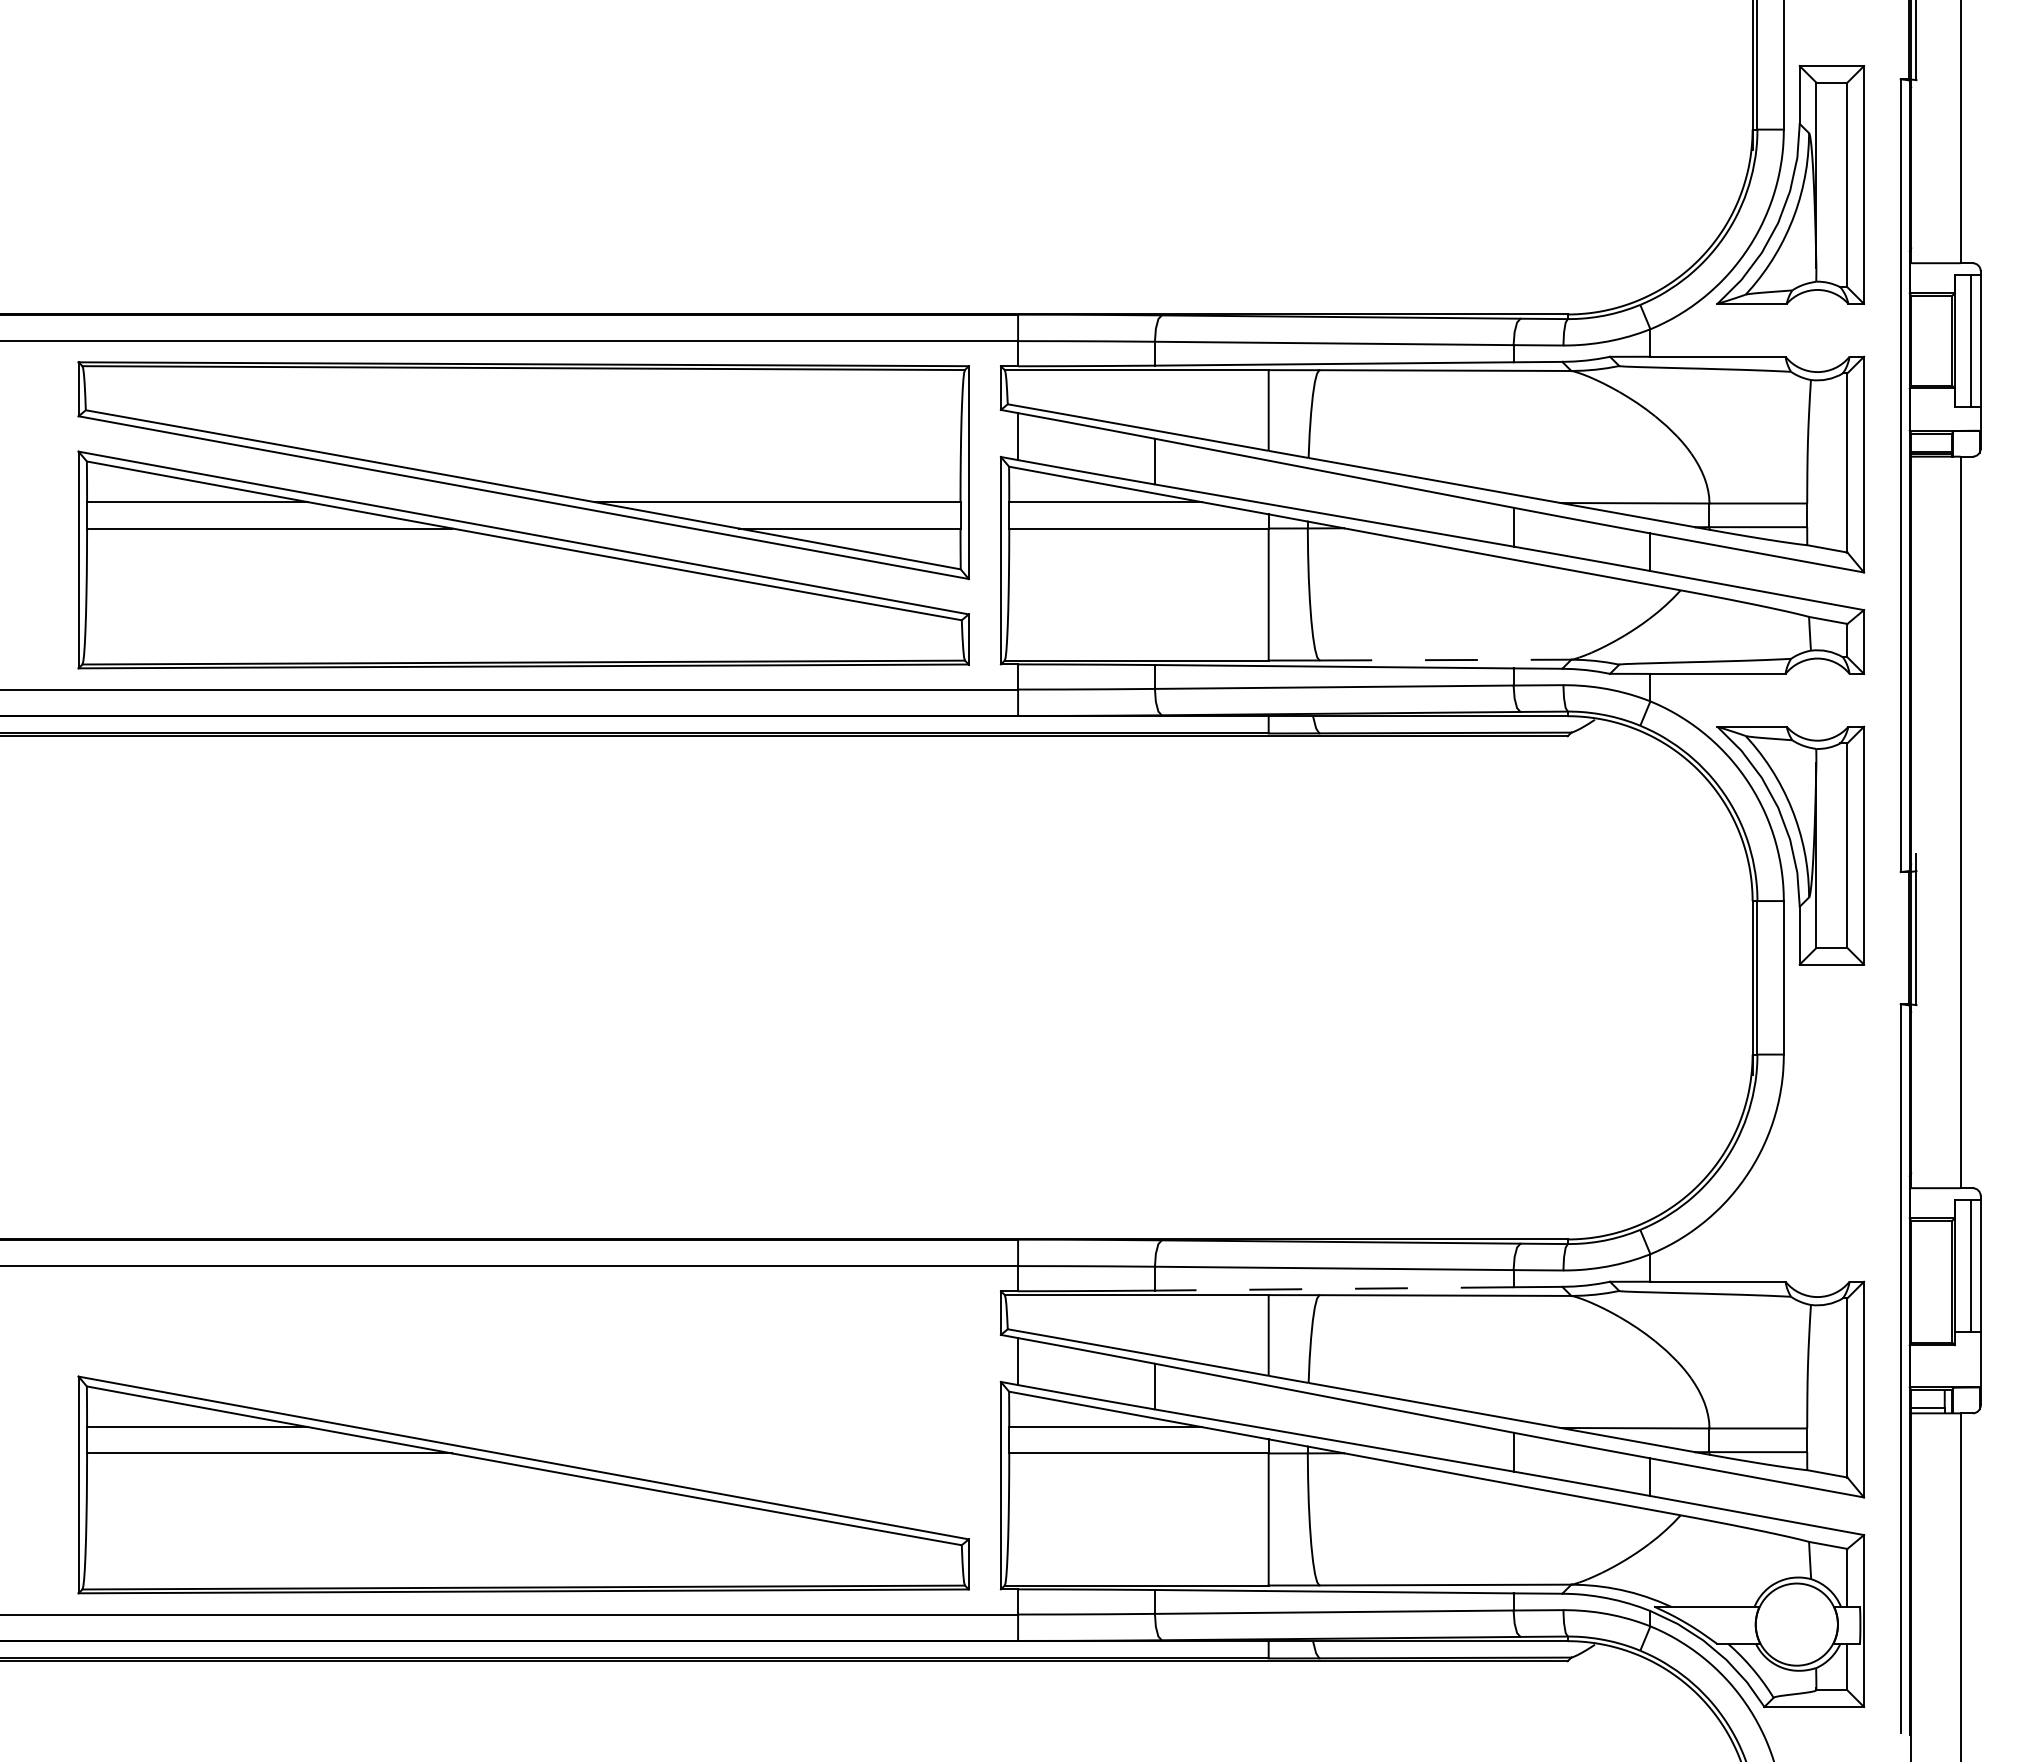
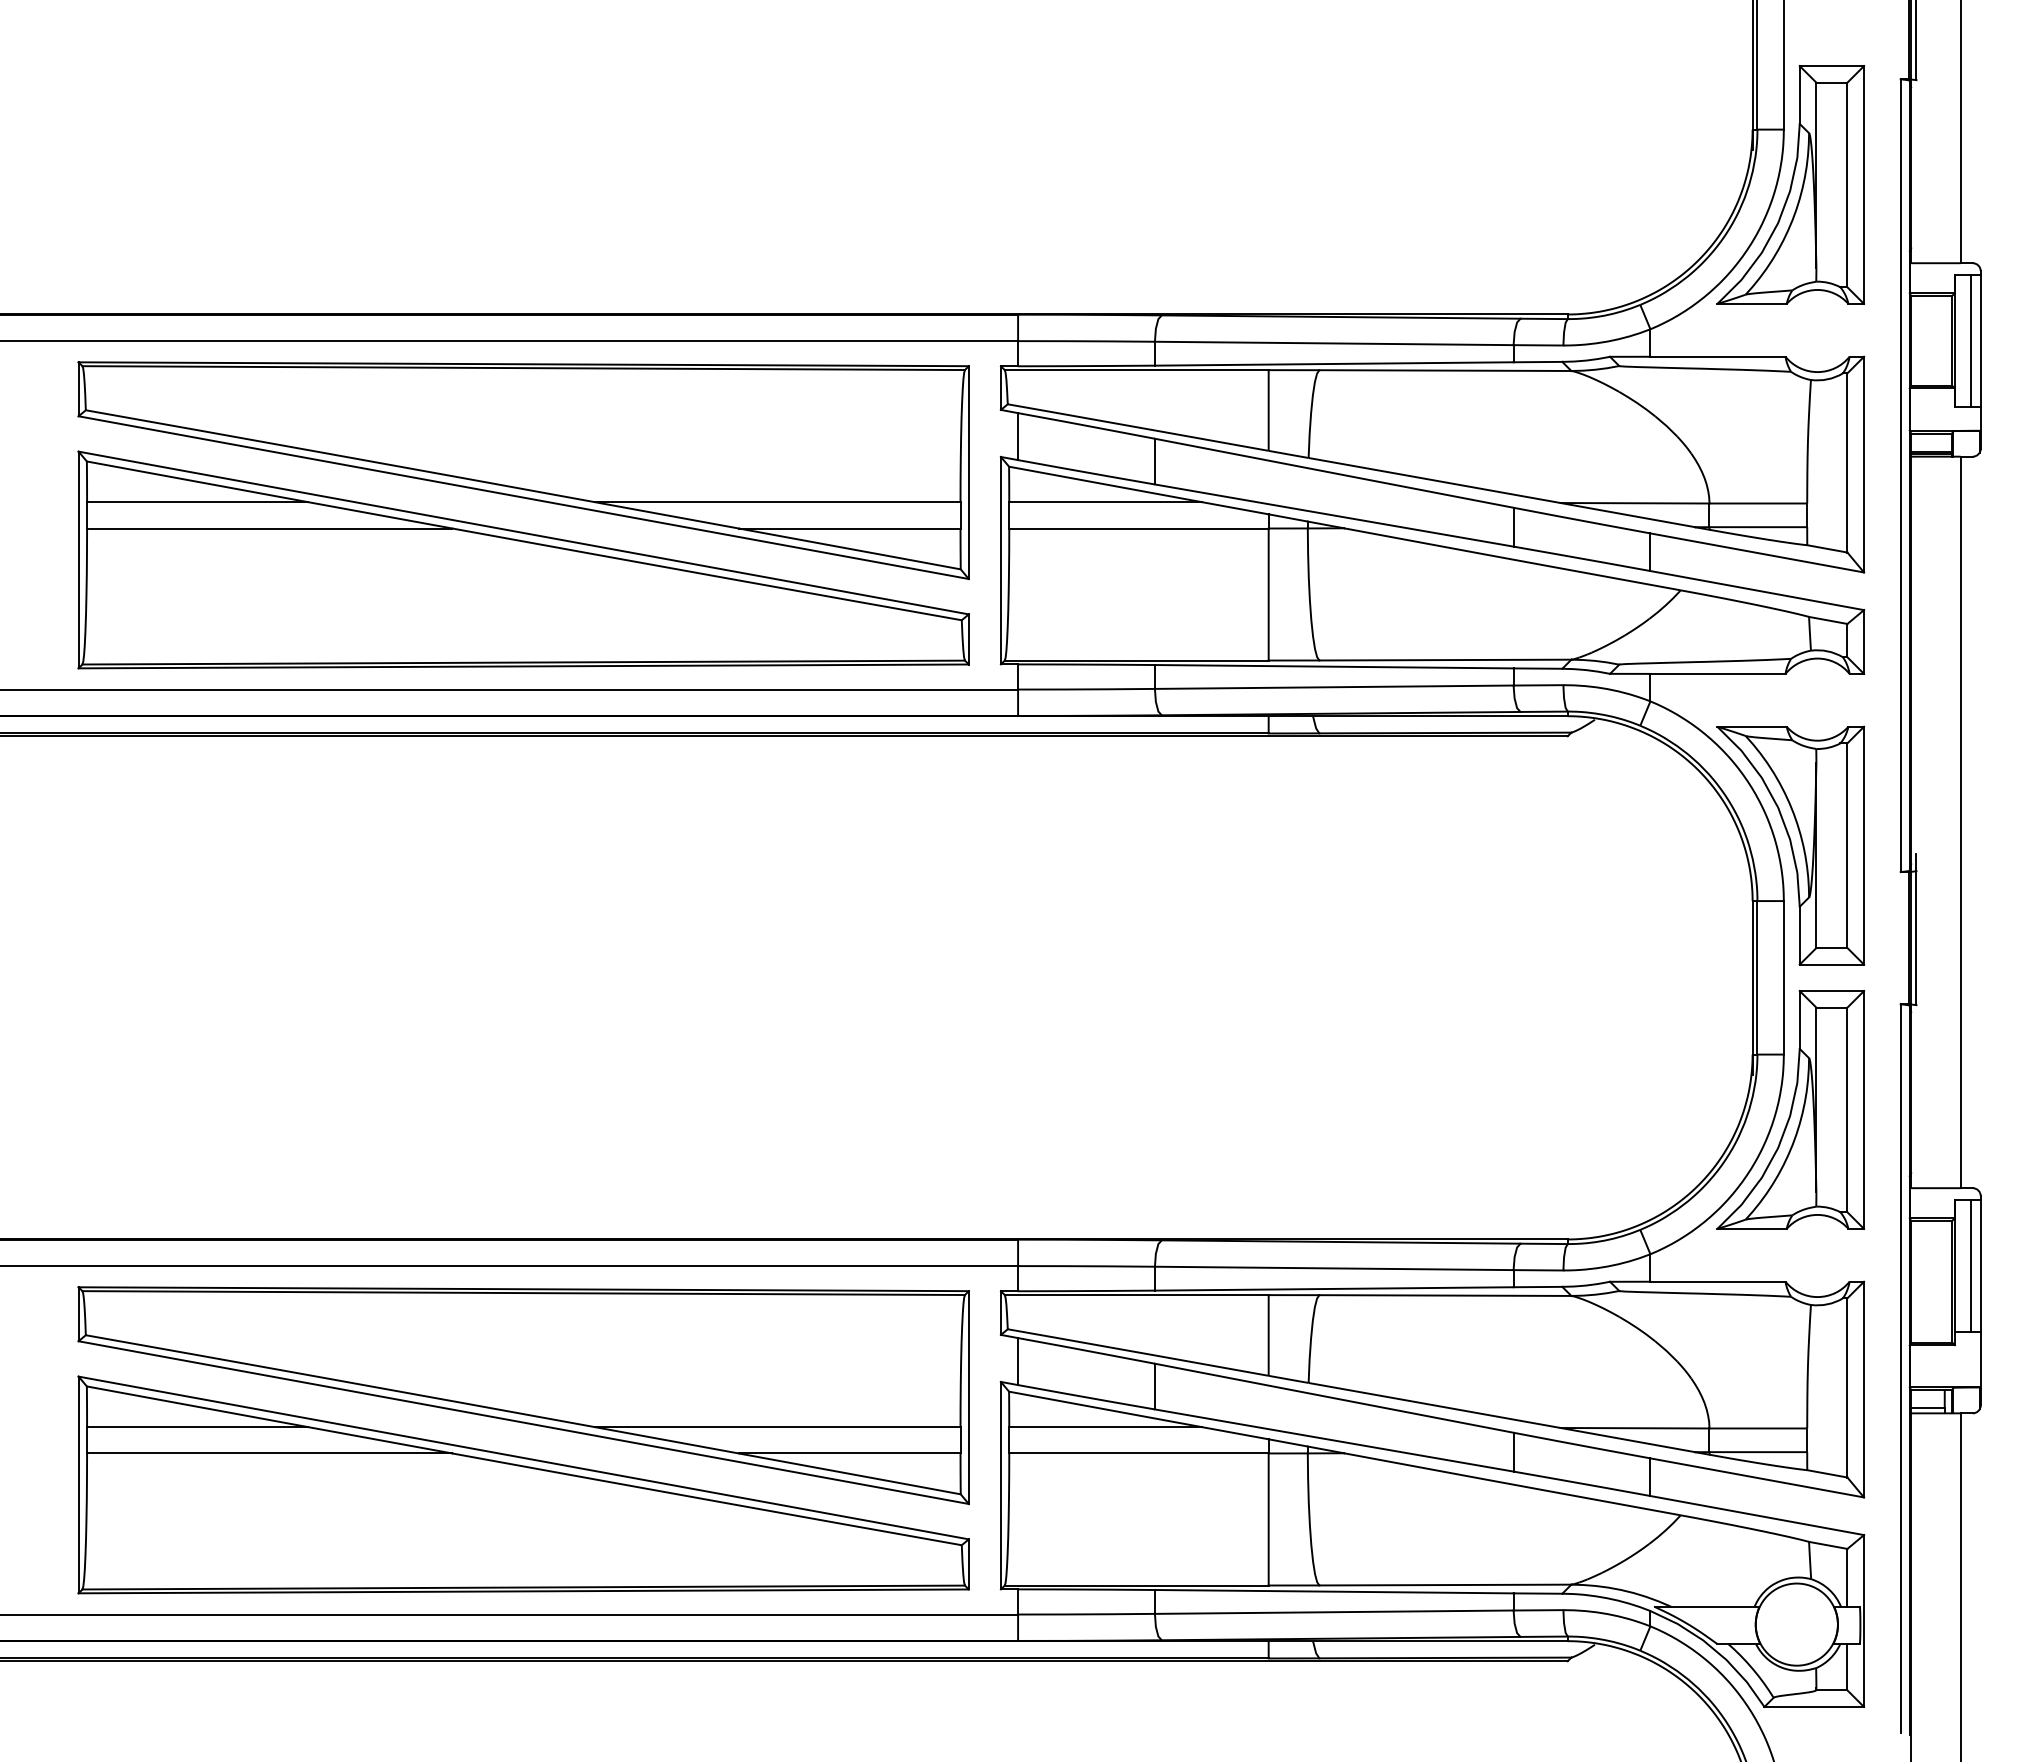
line at (1445, 660): dashed -> solid
part at (1790, 1109): none -> present
line at (1333, 1288): dashed -> solid
part at (523, 1395): none -> present
